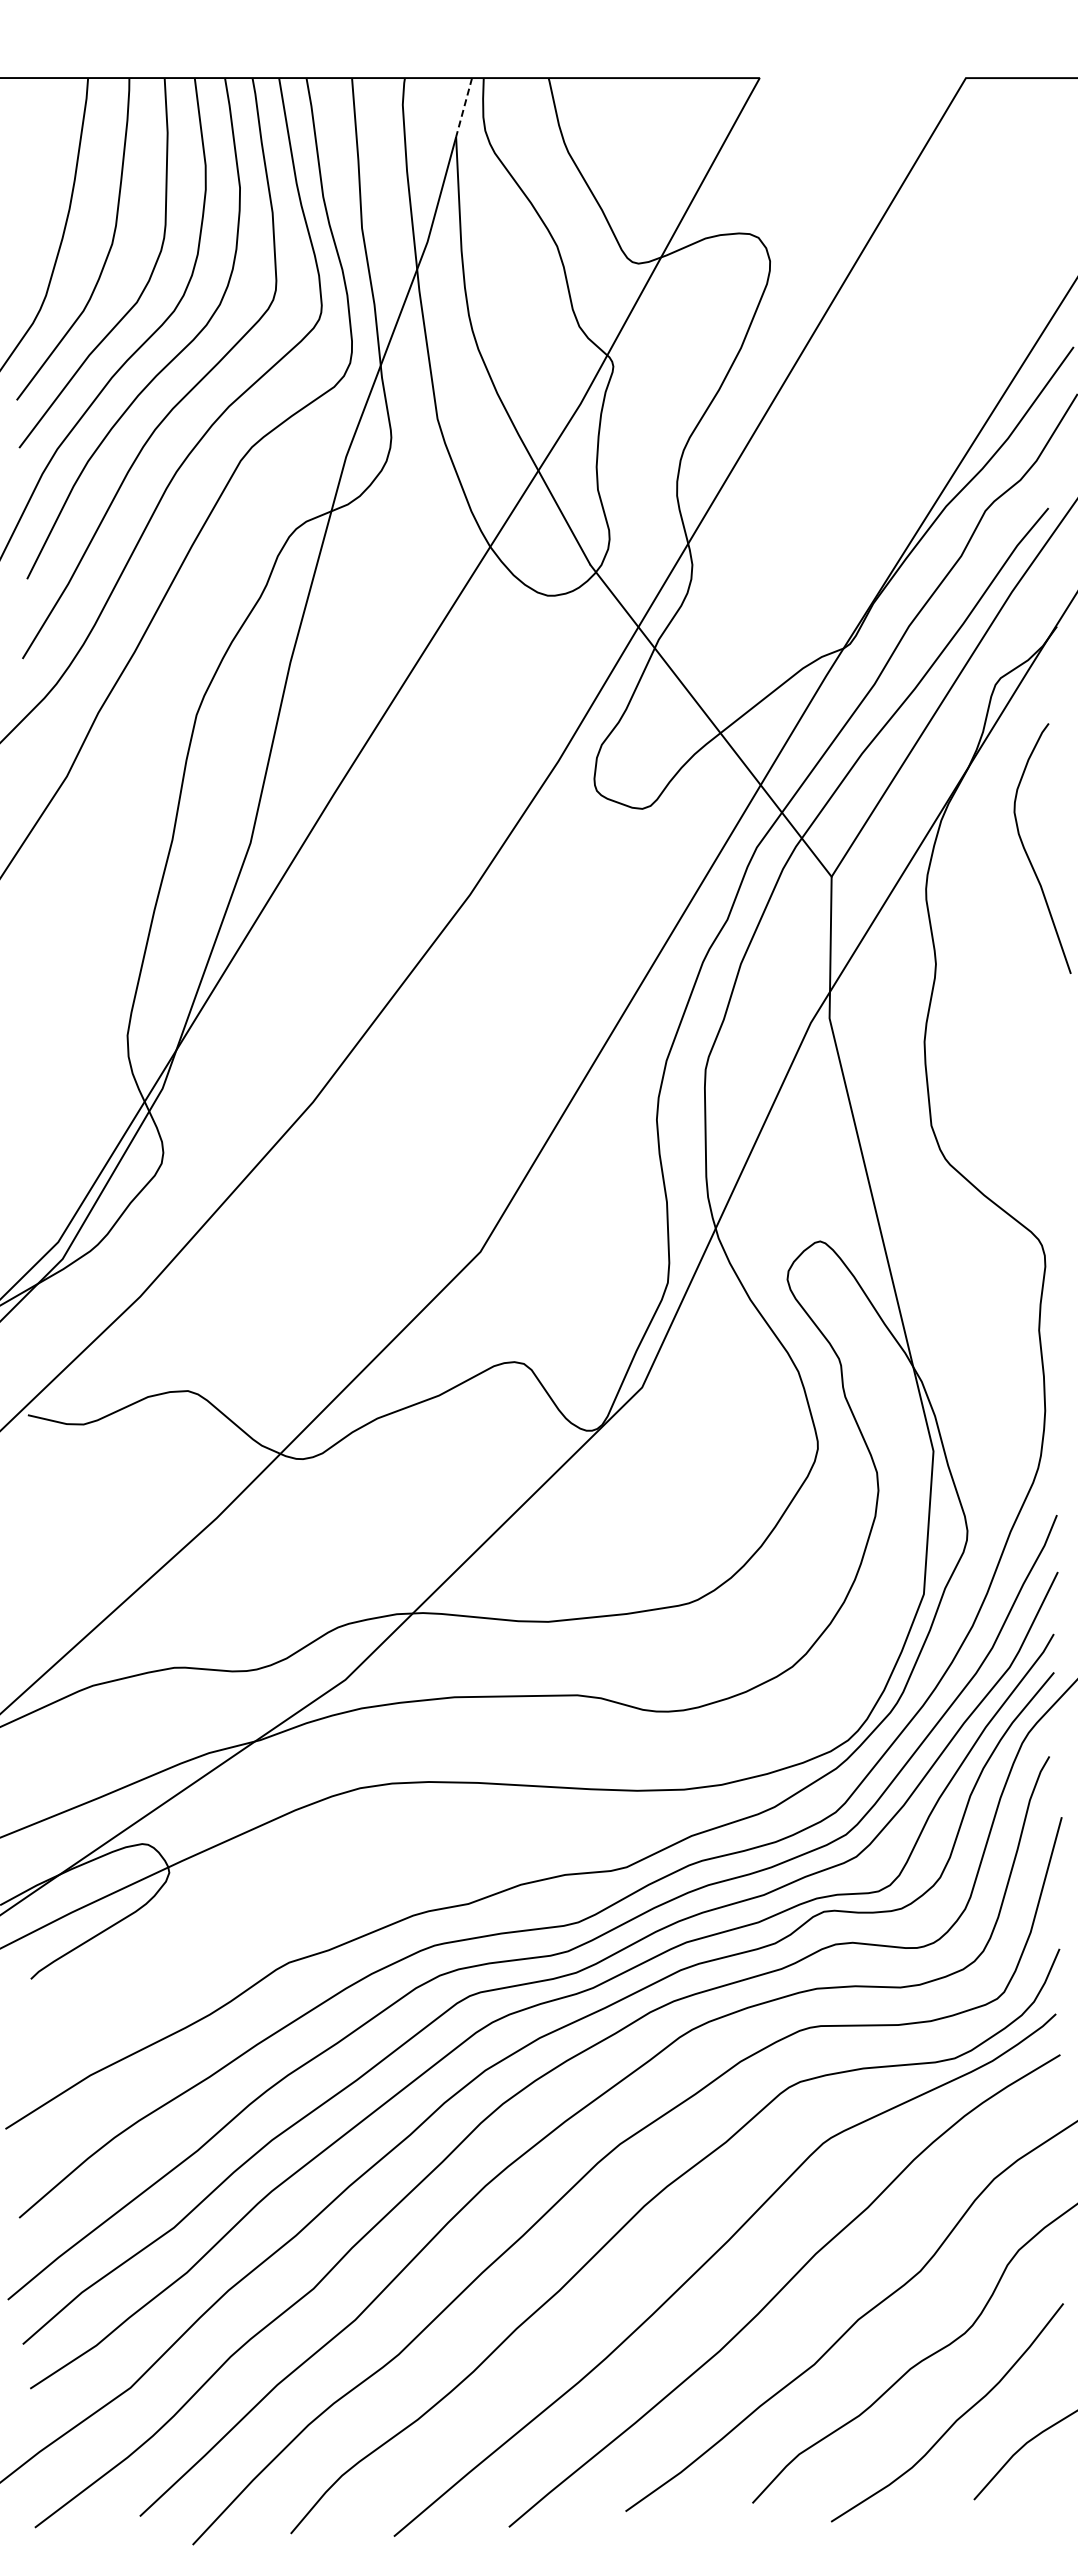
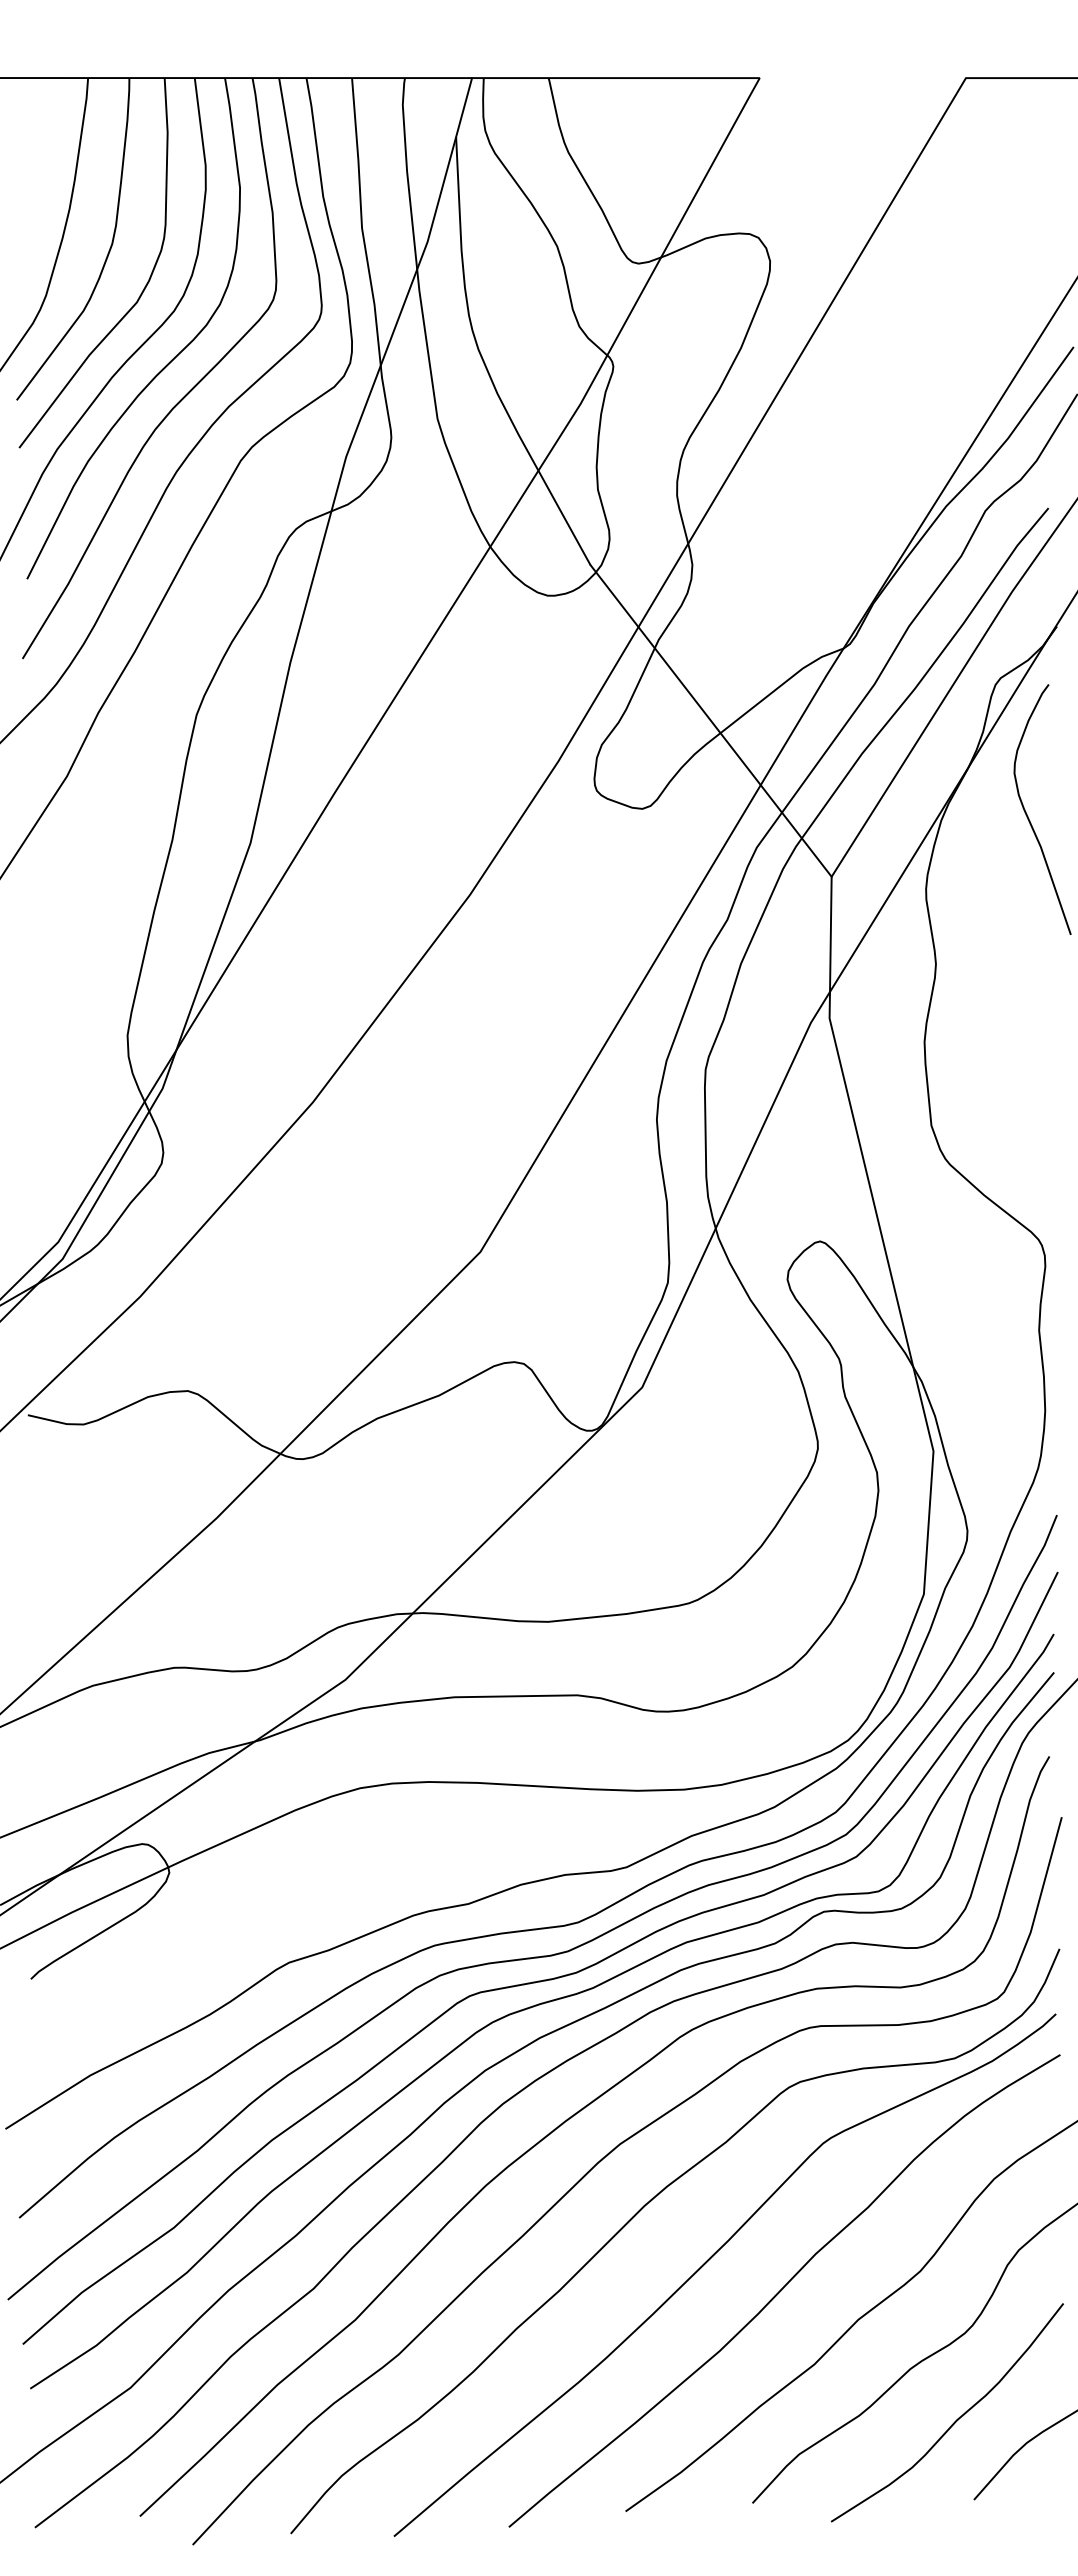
line at (464, 107): dashed -> solid
curve at (1028, 855) position: (1028, 855) -> (1028, 816)
